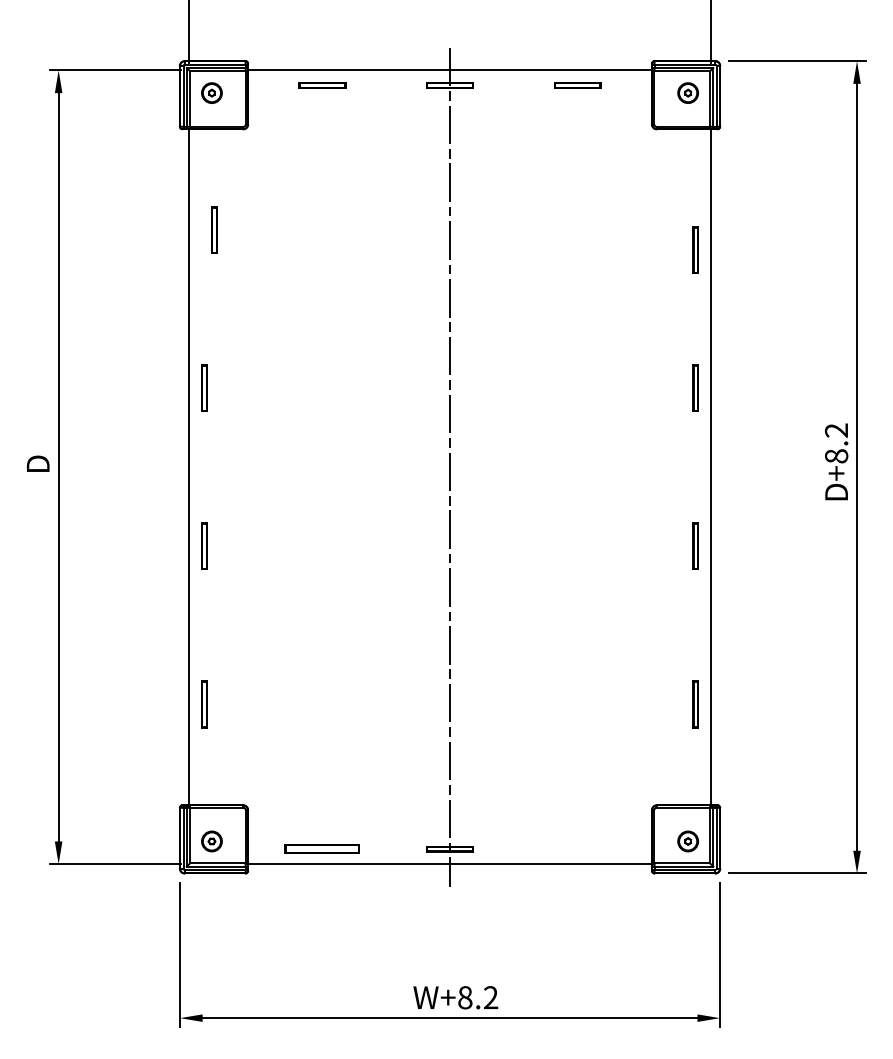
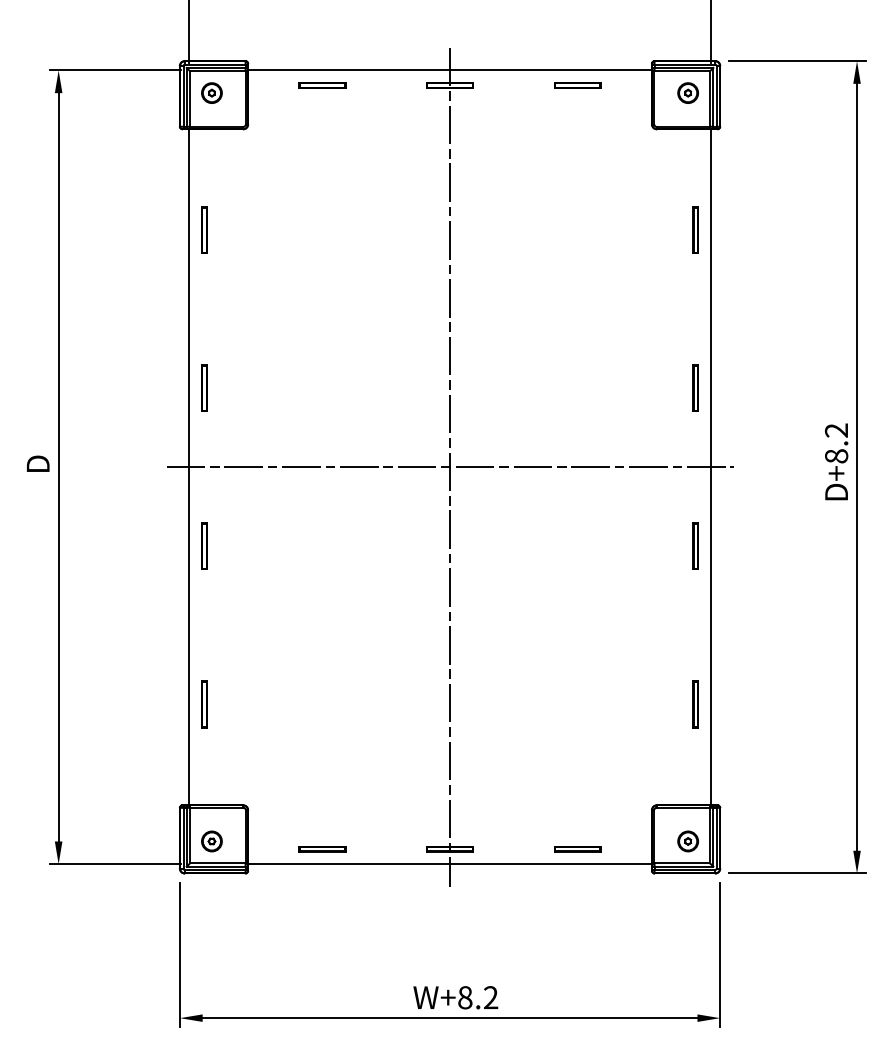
part at (214, 229) position: (214, 229) -> (204, 229)
part at (695, 249) position: (695, 249) -> (695, 229)
line at (449, 467): none -> present
part at (321, 848) size: 76x10 px -> 49x7 px
part at (577, 849): none -> present
